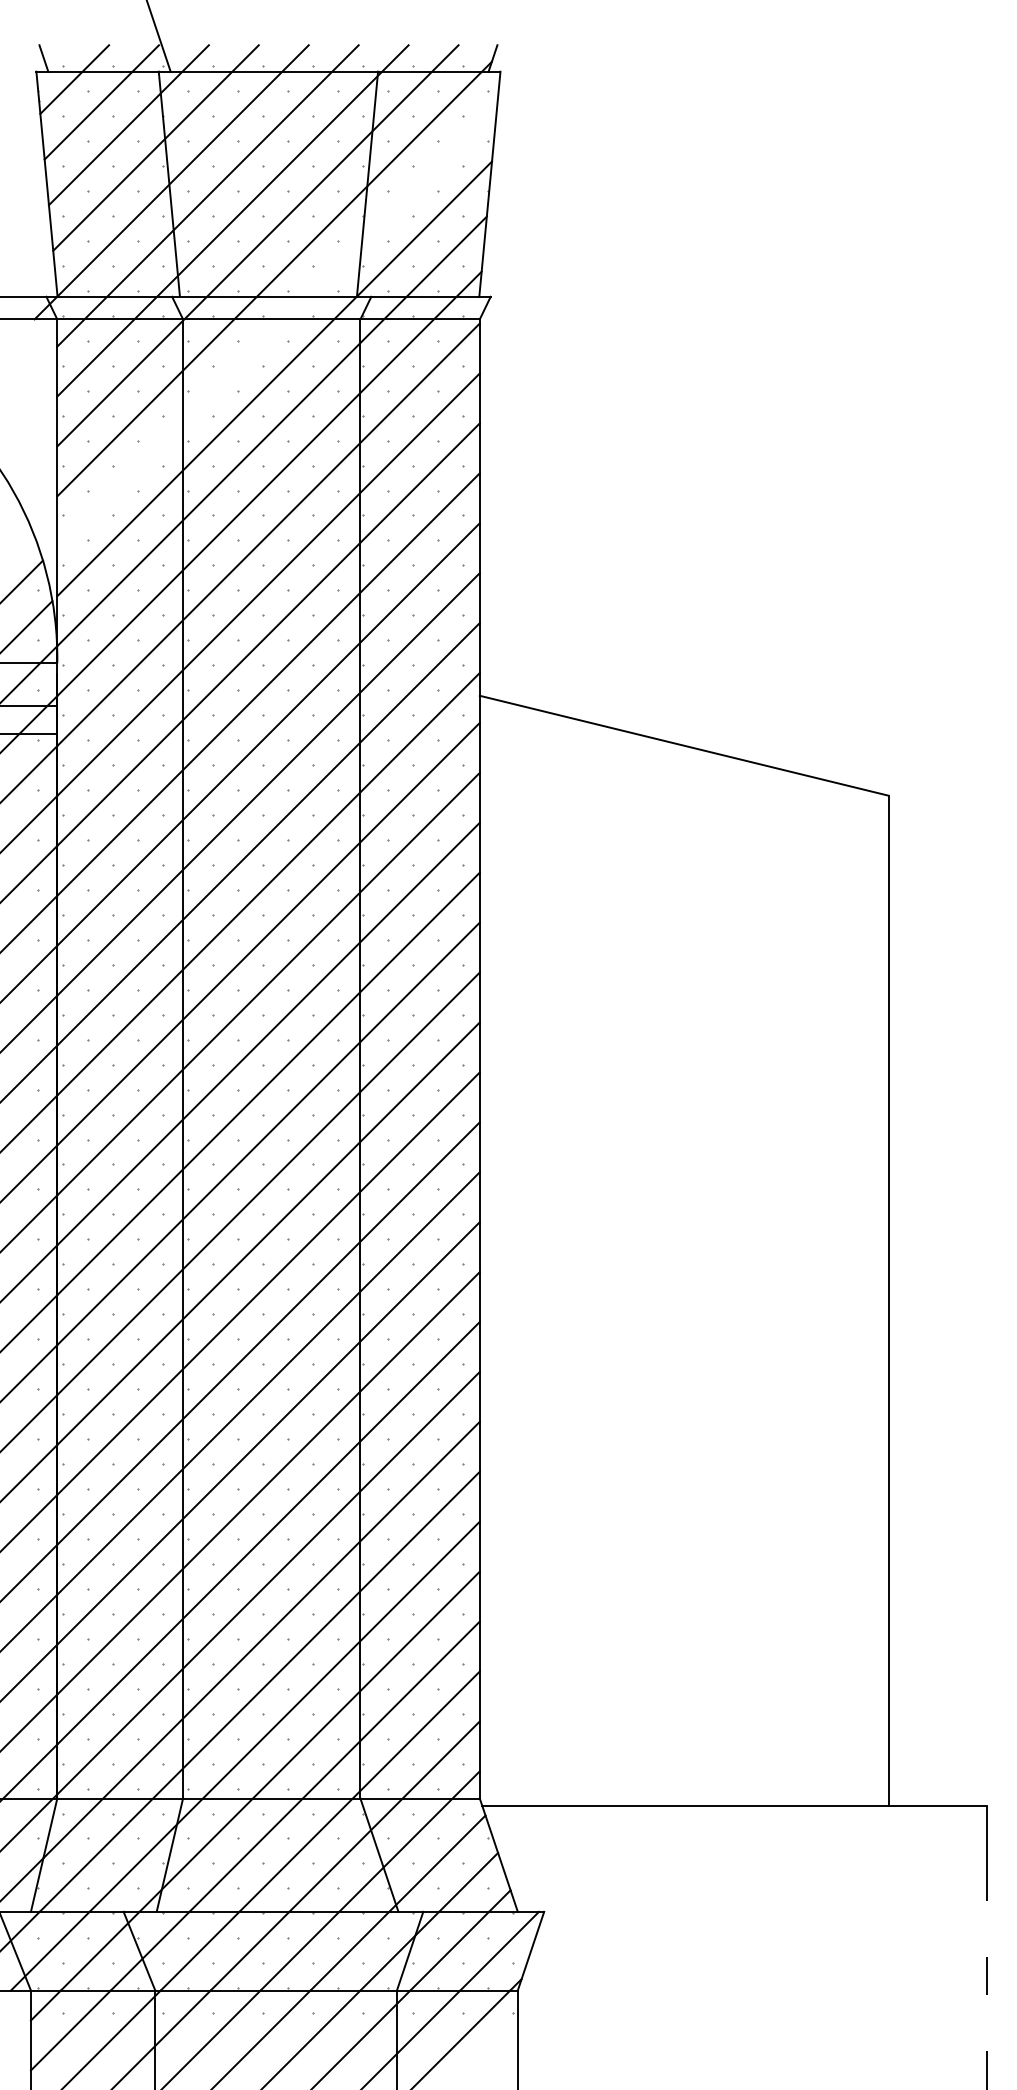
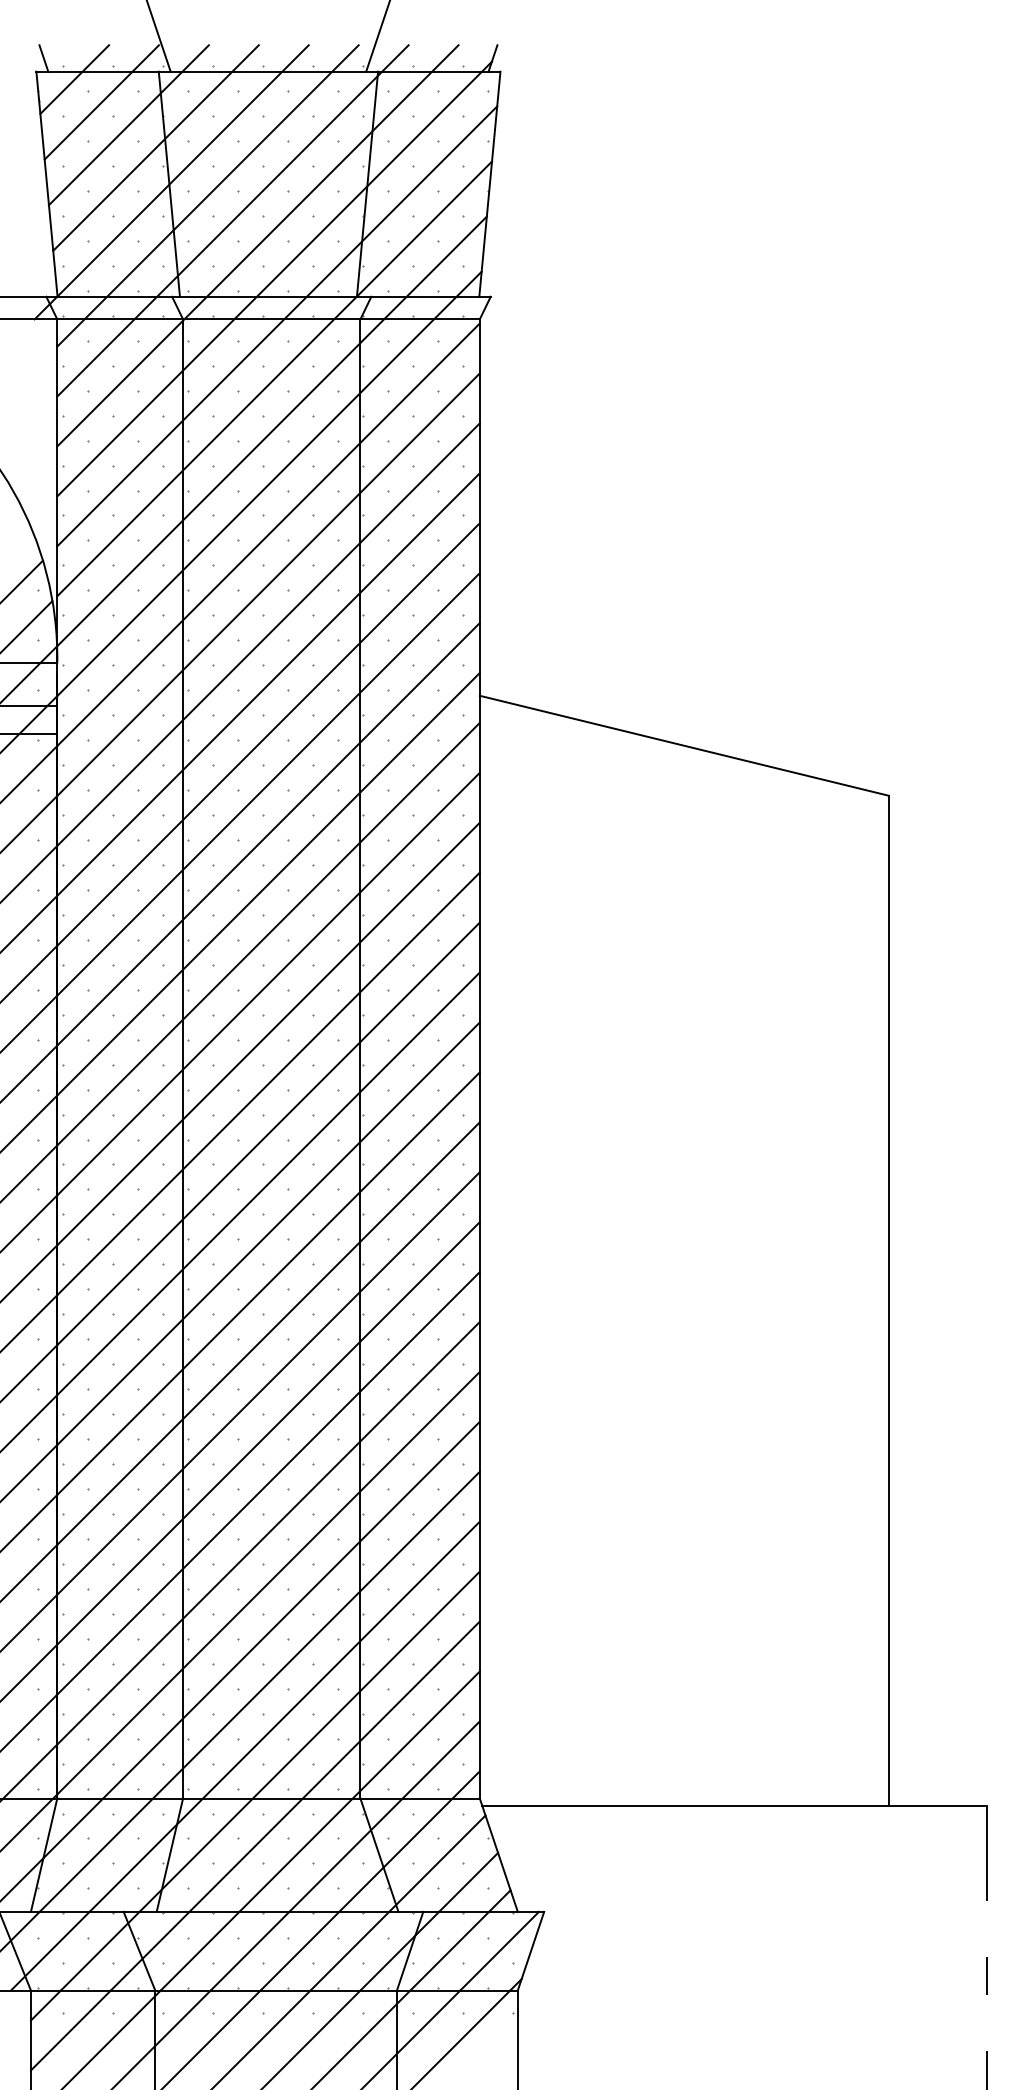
line at (377, 36): none -> present
line at (277, 326): none -> present
